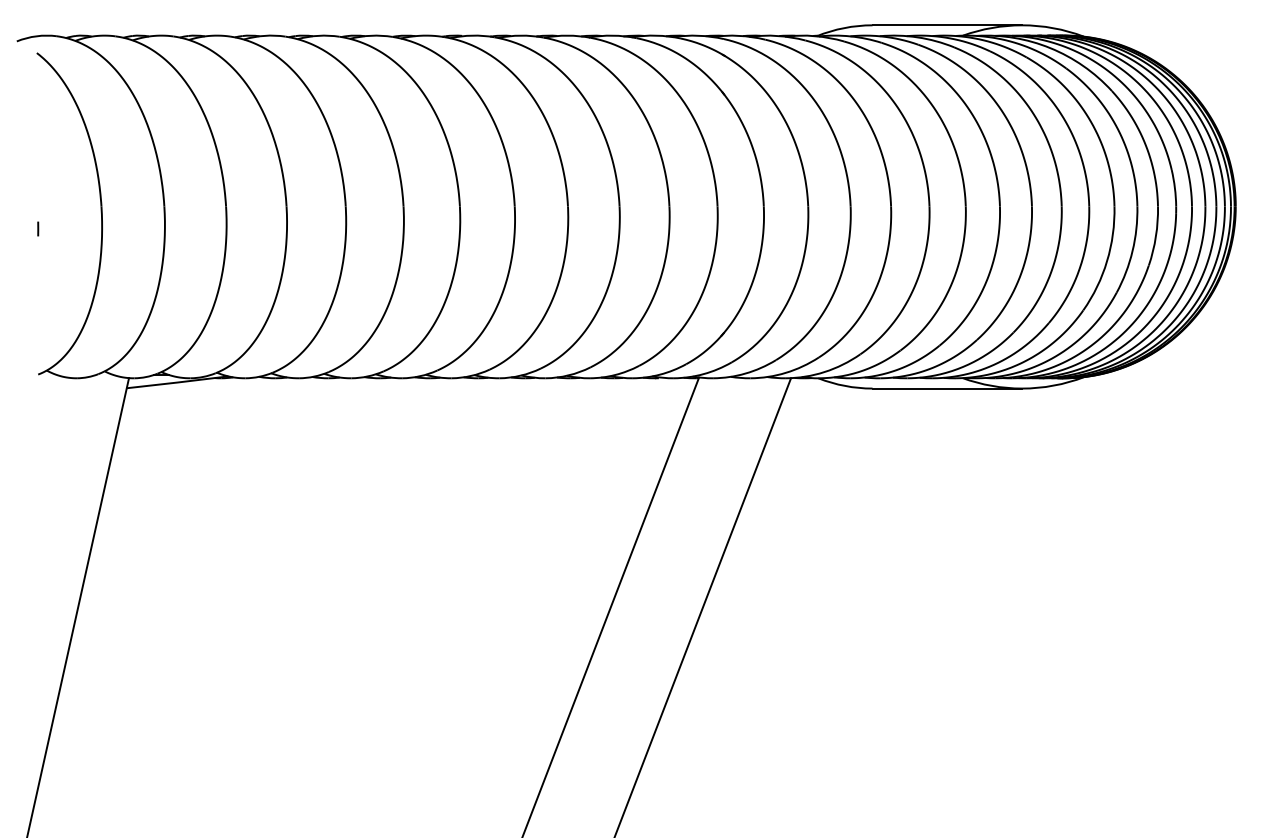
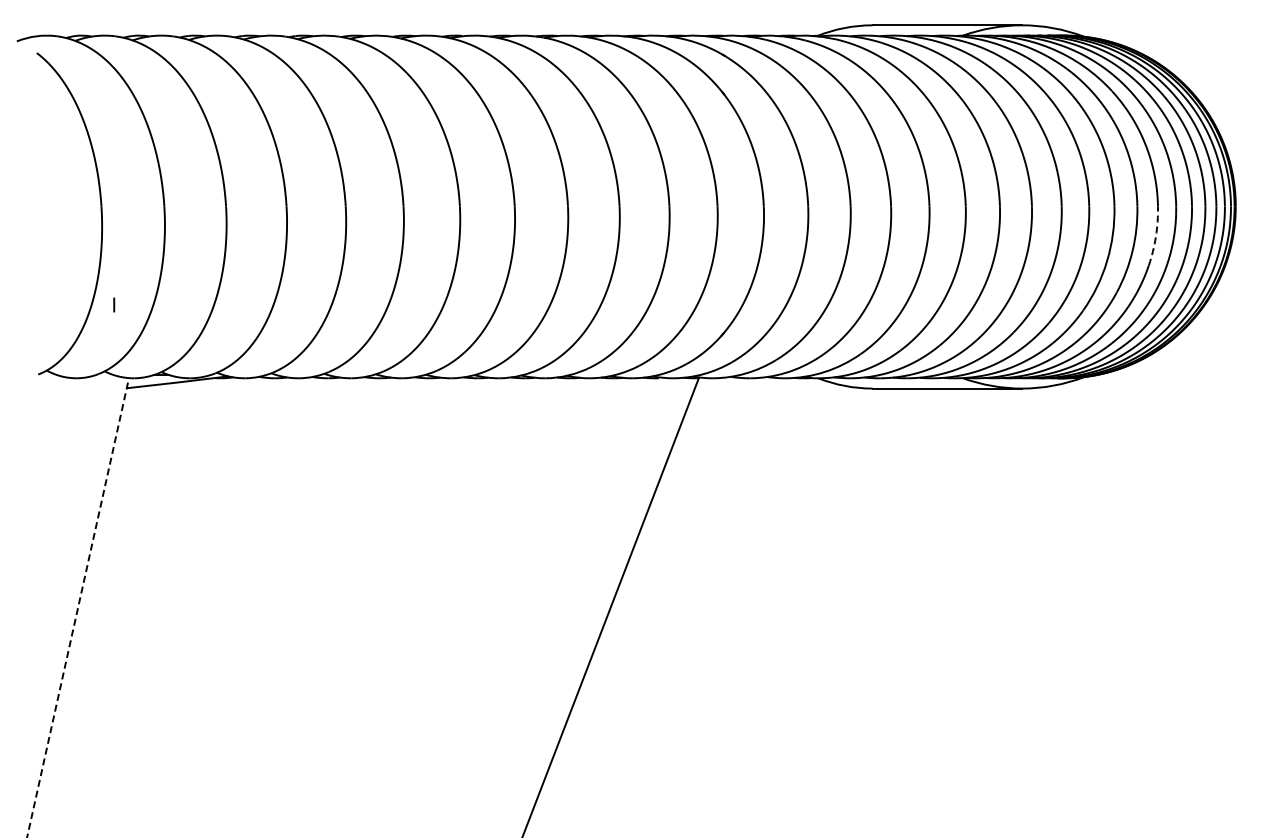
line at (38, 228) position: (38, 228) -> (114, 304)
arc at (1155, 236): solid -> dashed
line at (703, 606): present -> none
line at (78, 607): solid -> dashed
